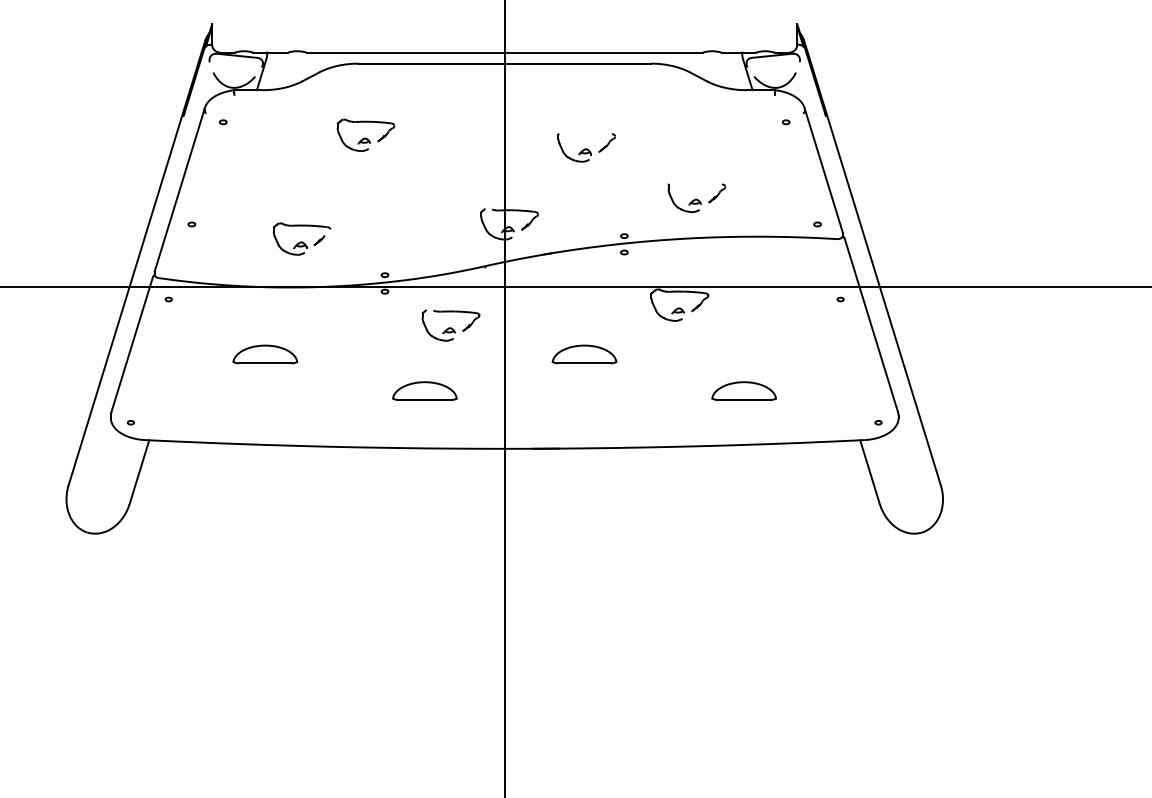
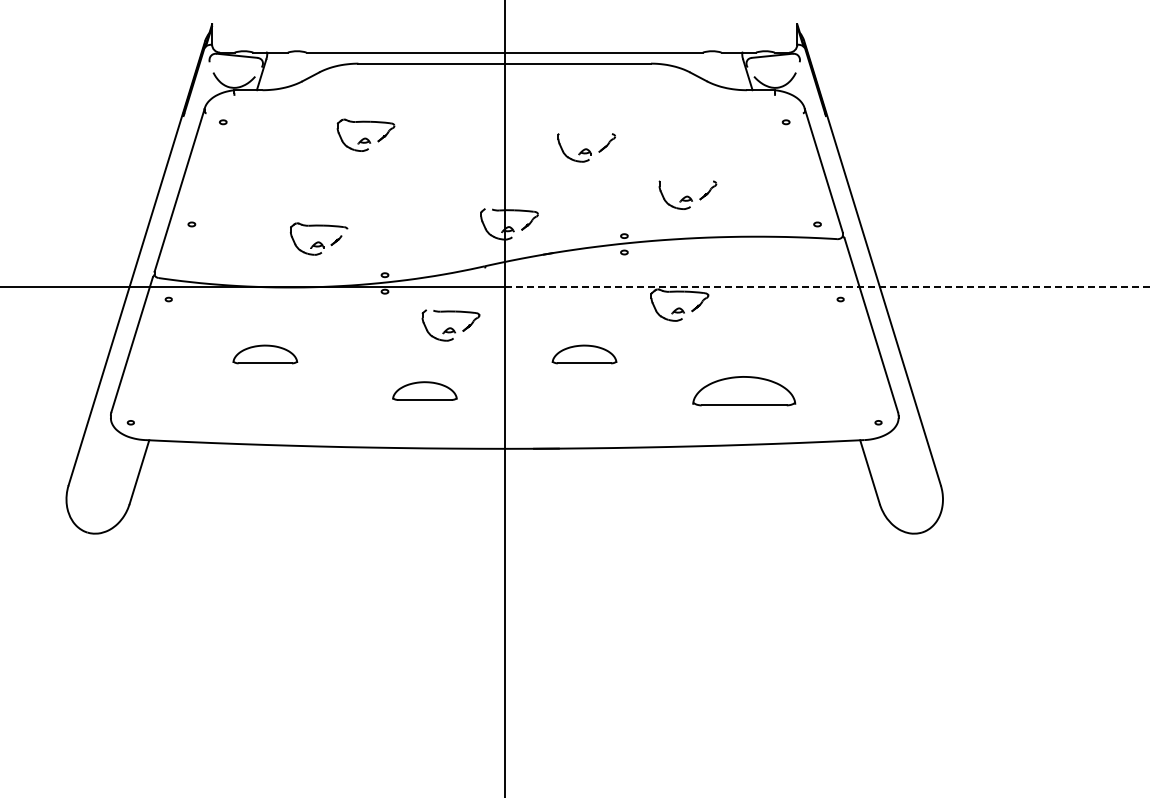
part at (696, 197) position: (696, 197) -> (687, 194)
part at (301, 238) position: (301, 238) -> (318, 238)
line at (828, 286): solid -> dashed
part at (743, 390) size: 66x20 px -> 105x31 px
